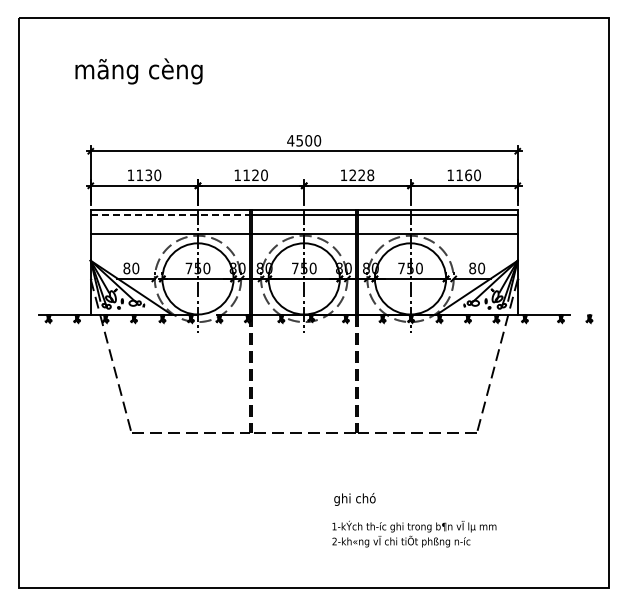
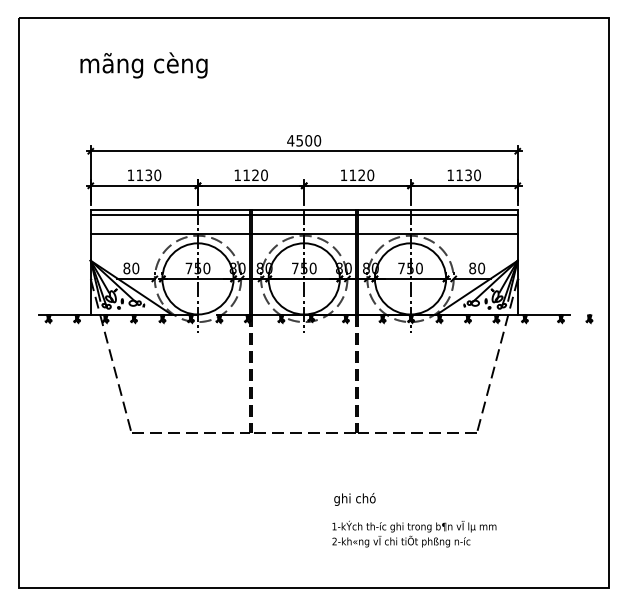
text at (138, 71) position: (138, 71) -> (143, 65)
text at (361, 174): 1228 -> 1120
text at (468, 175): 1160 -> 1130
line at (170, 214): dashed -> solid
